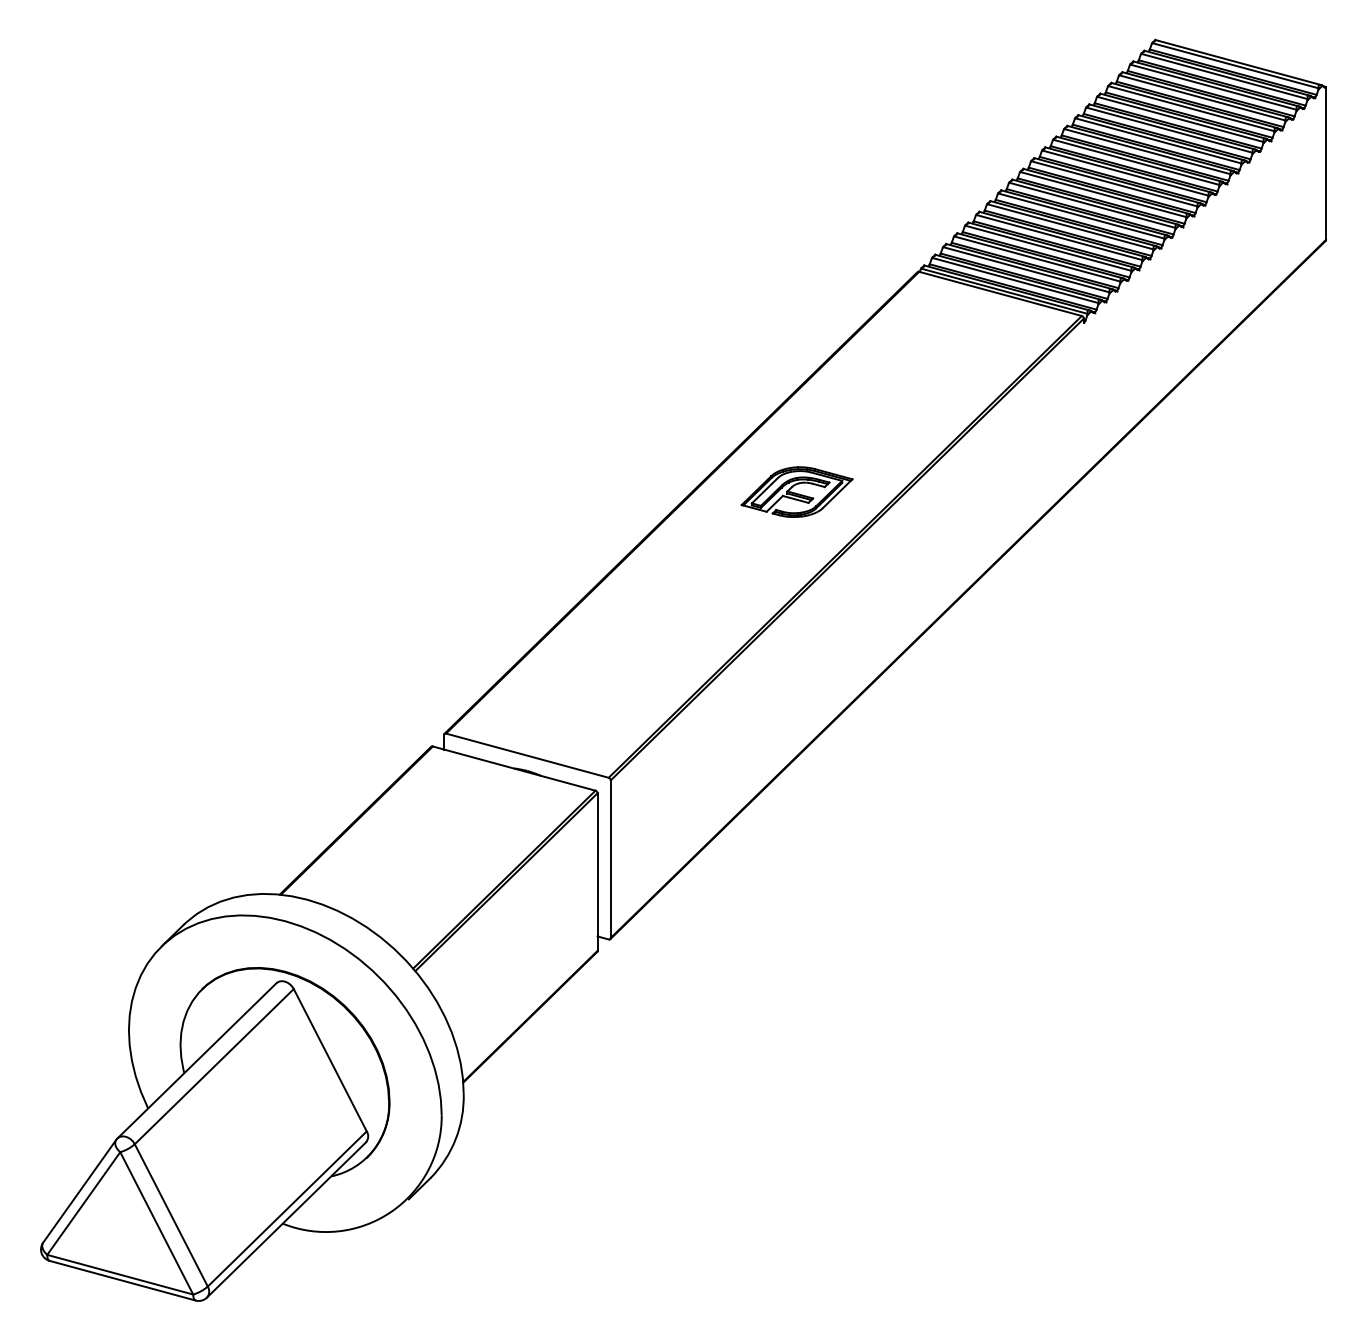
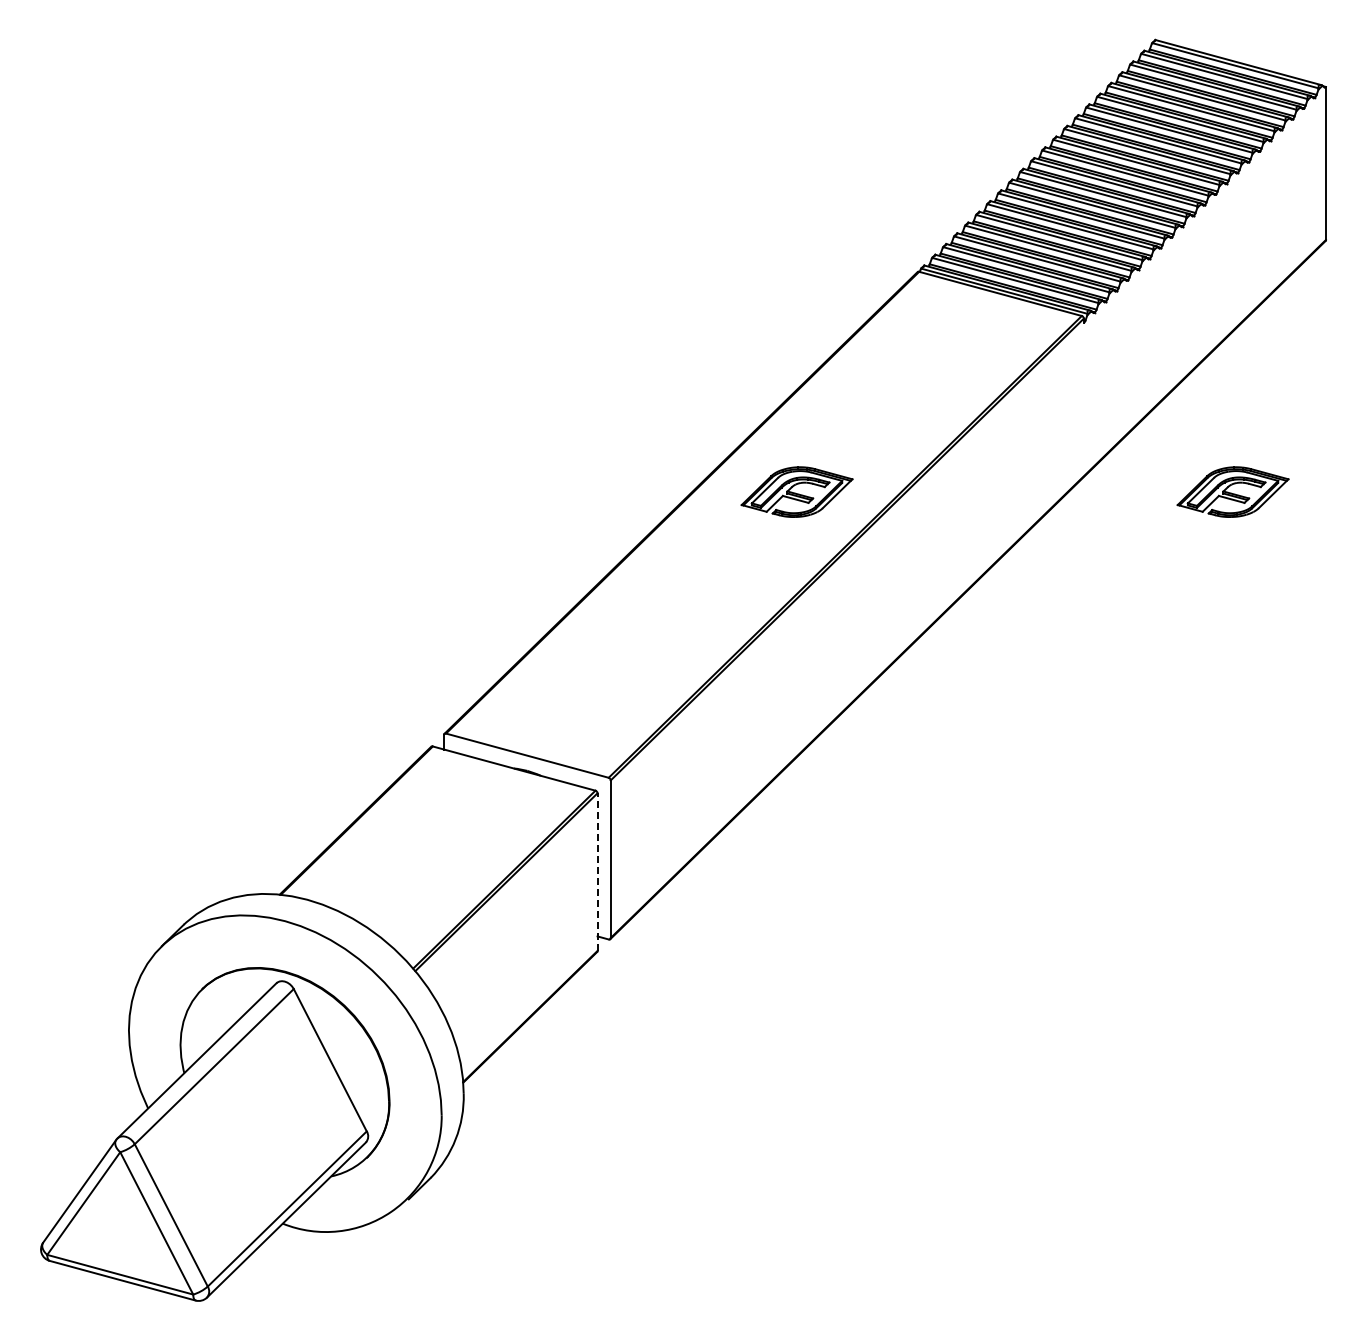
part at (1232, 491): none -> present
line at (597, 872): solid -> dashed
